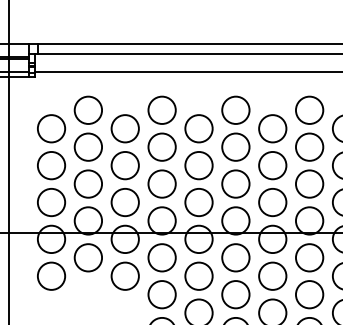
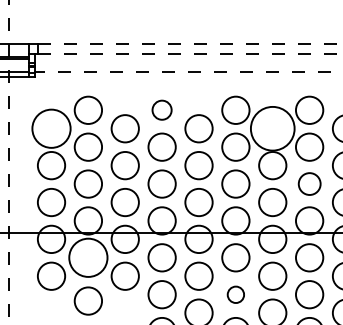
line at (191, 44): solid -> dashed
line at (191, 53): solid -> dashed
line at (188, 72): solid -> dashed
circle at (161, 109) size: 30x30 px -> 22x22 px
circle at (51, 128) diameter: 27 px -> 38 px
circle at (272, 128) diameter: 27 px -> 44 px
line at (8, 162): solid -> dashed
circle at (309, 183) size: 30x30 px -> 25x24 px
circle at (88, 257) diameter: 27 px -> 38 px
circle at (235, 294) size: 30x30 px -> 19x19 px
circle at (87, 300): none -> present
